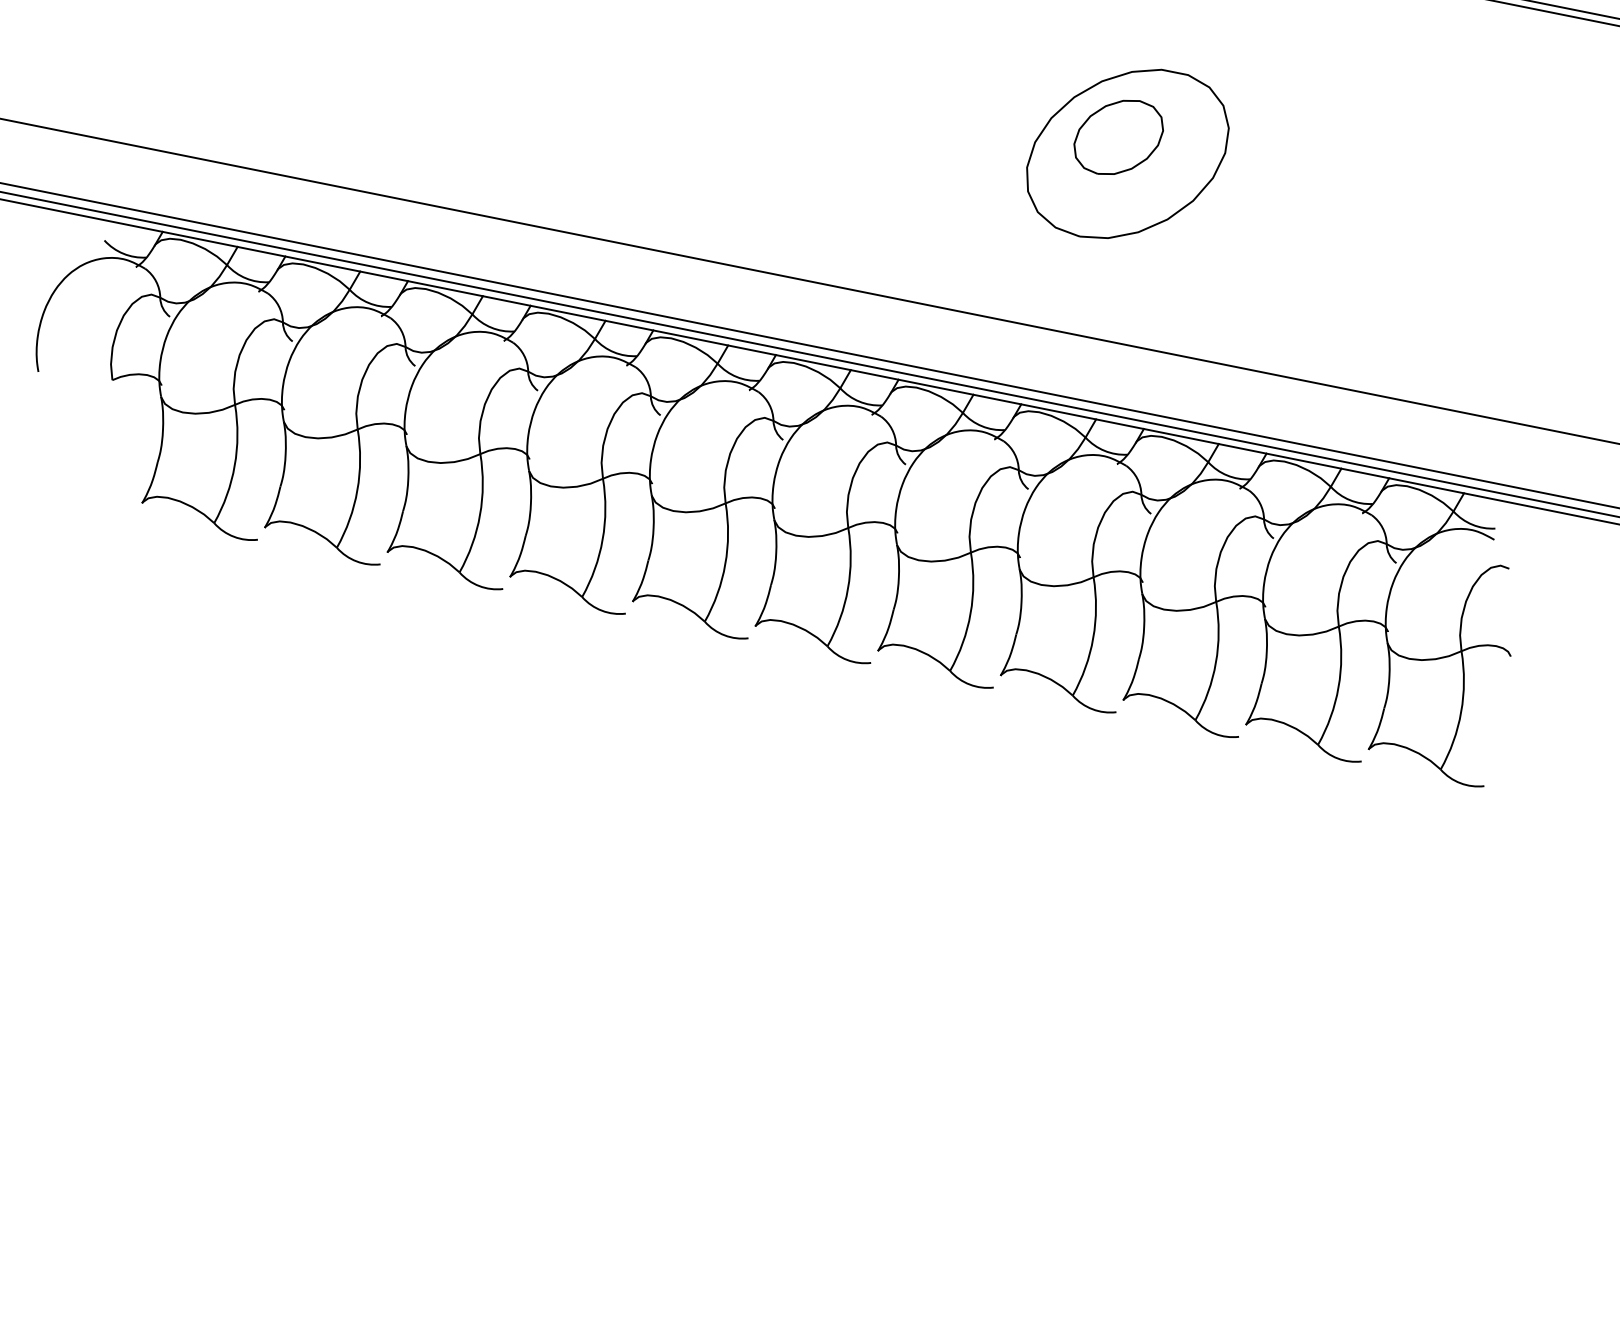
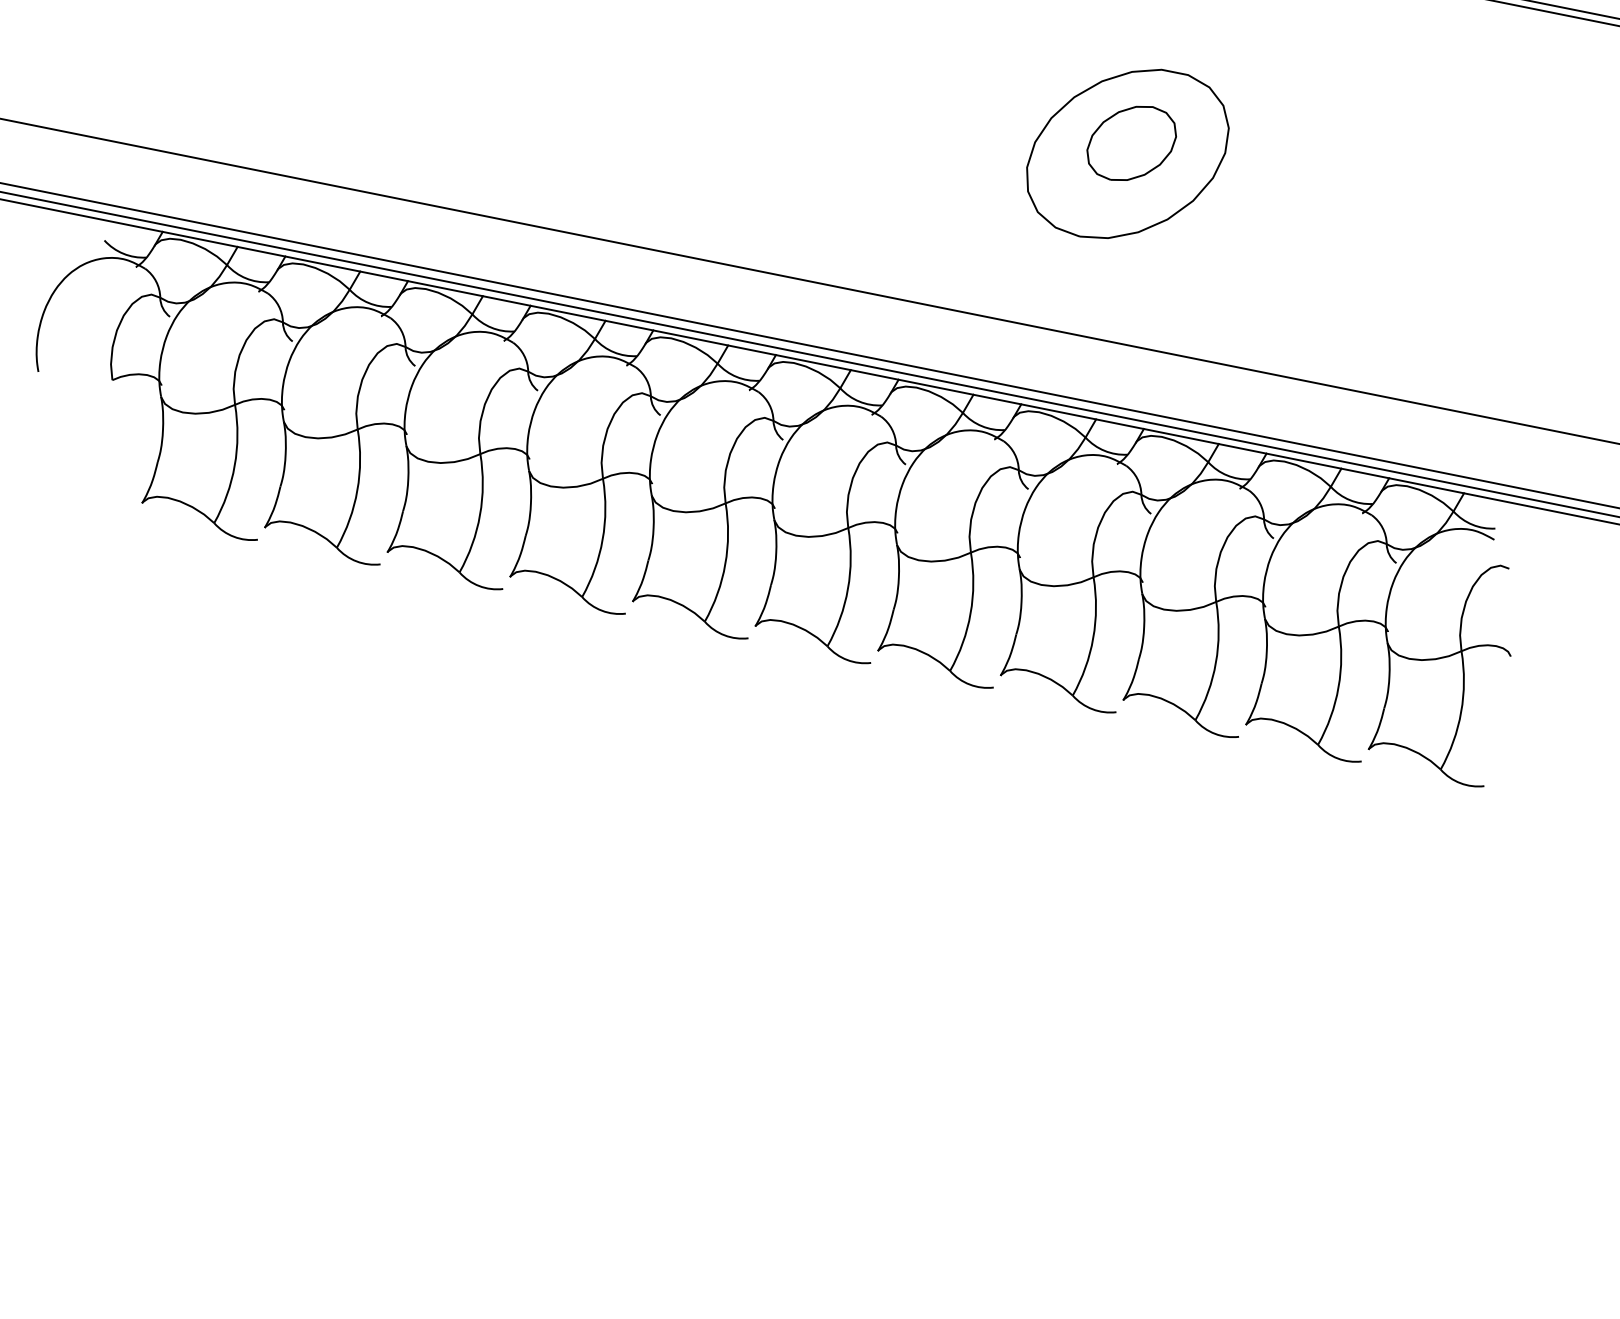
part at (1118, 136) position: (1118, 136) -> (1131, 142)
